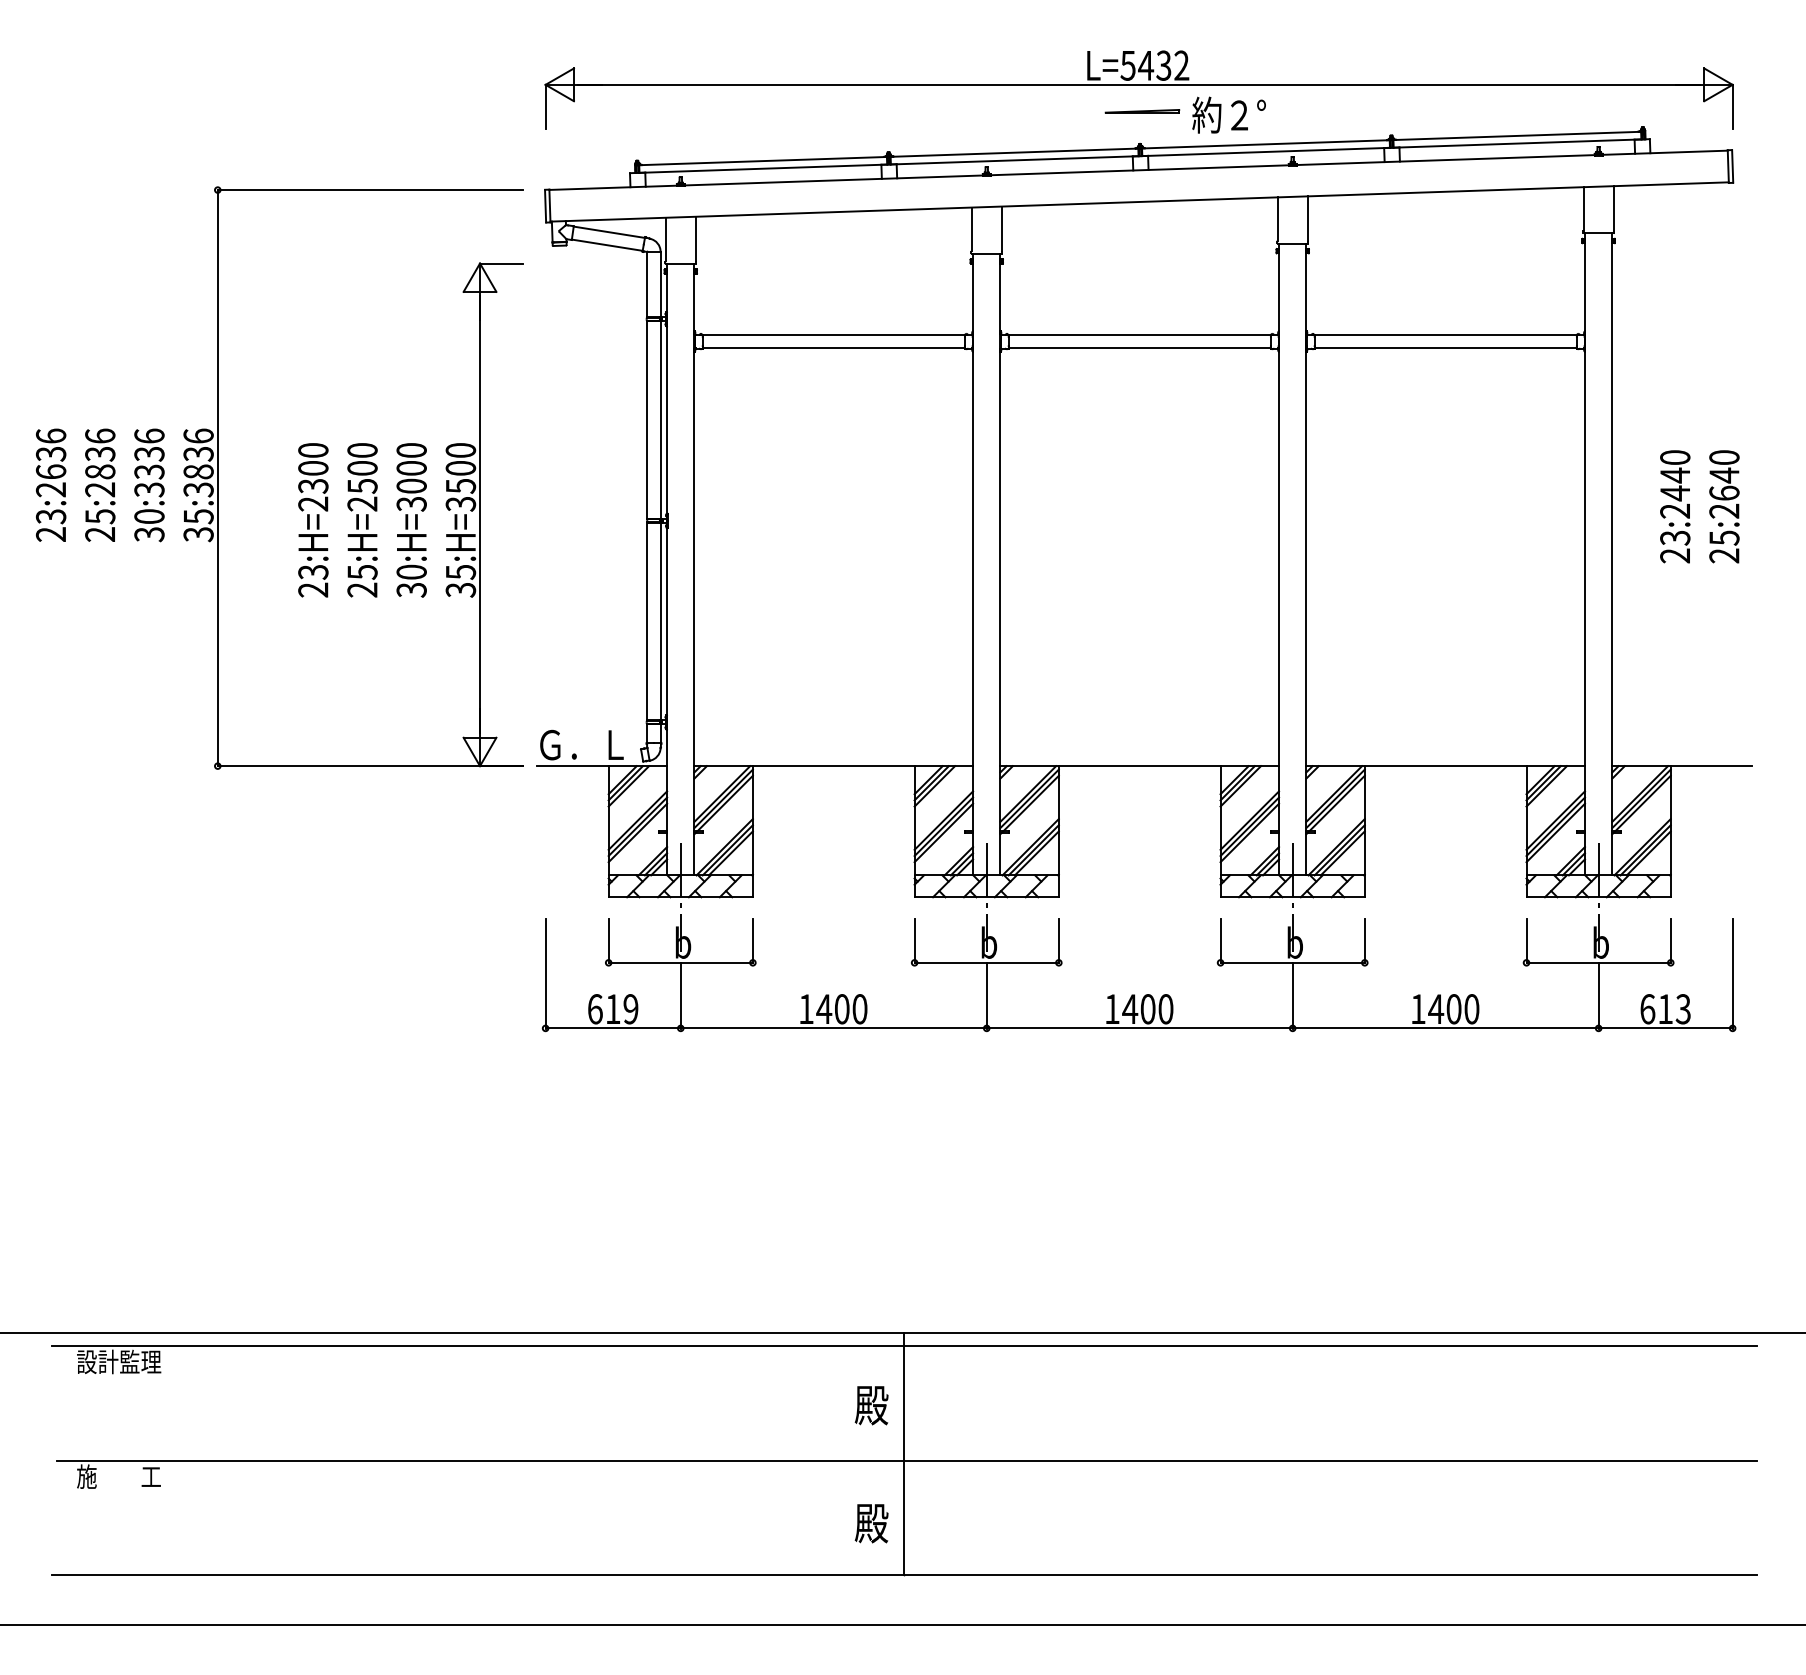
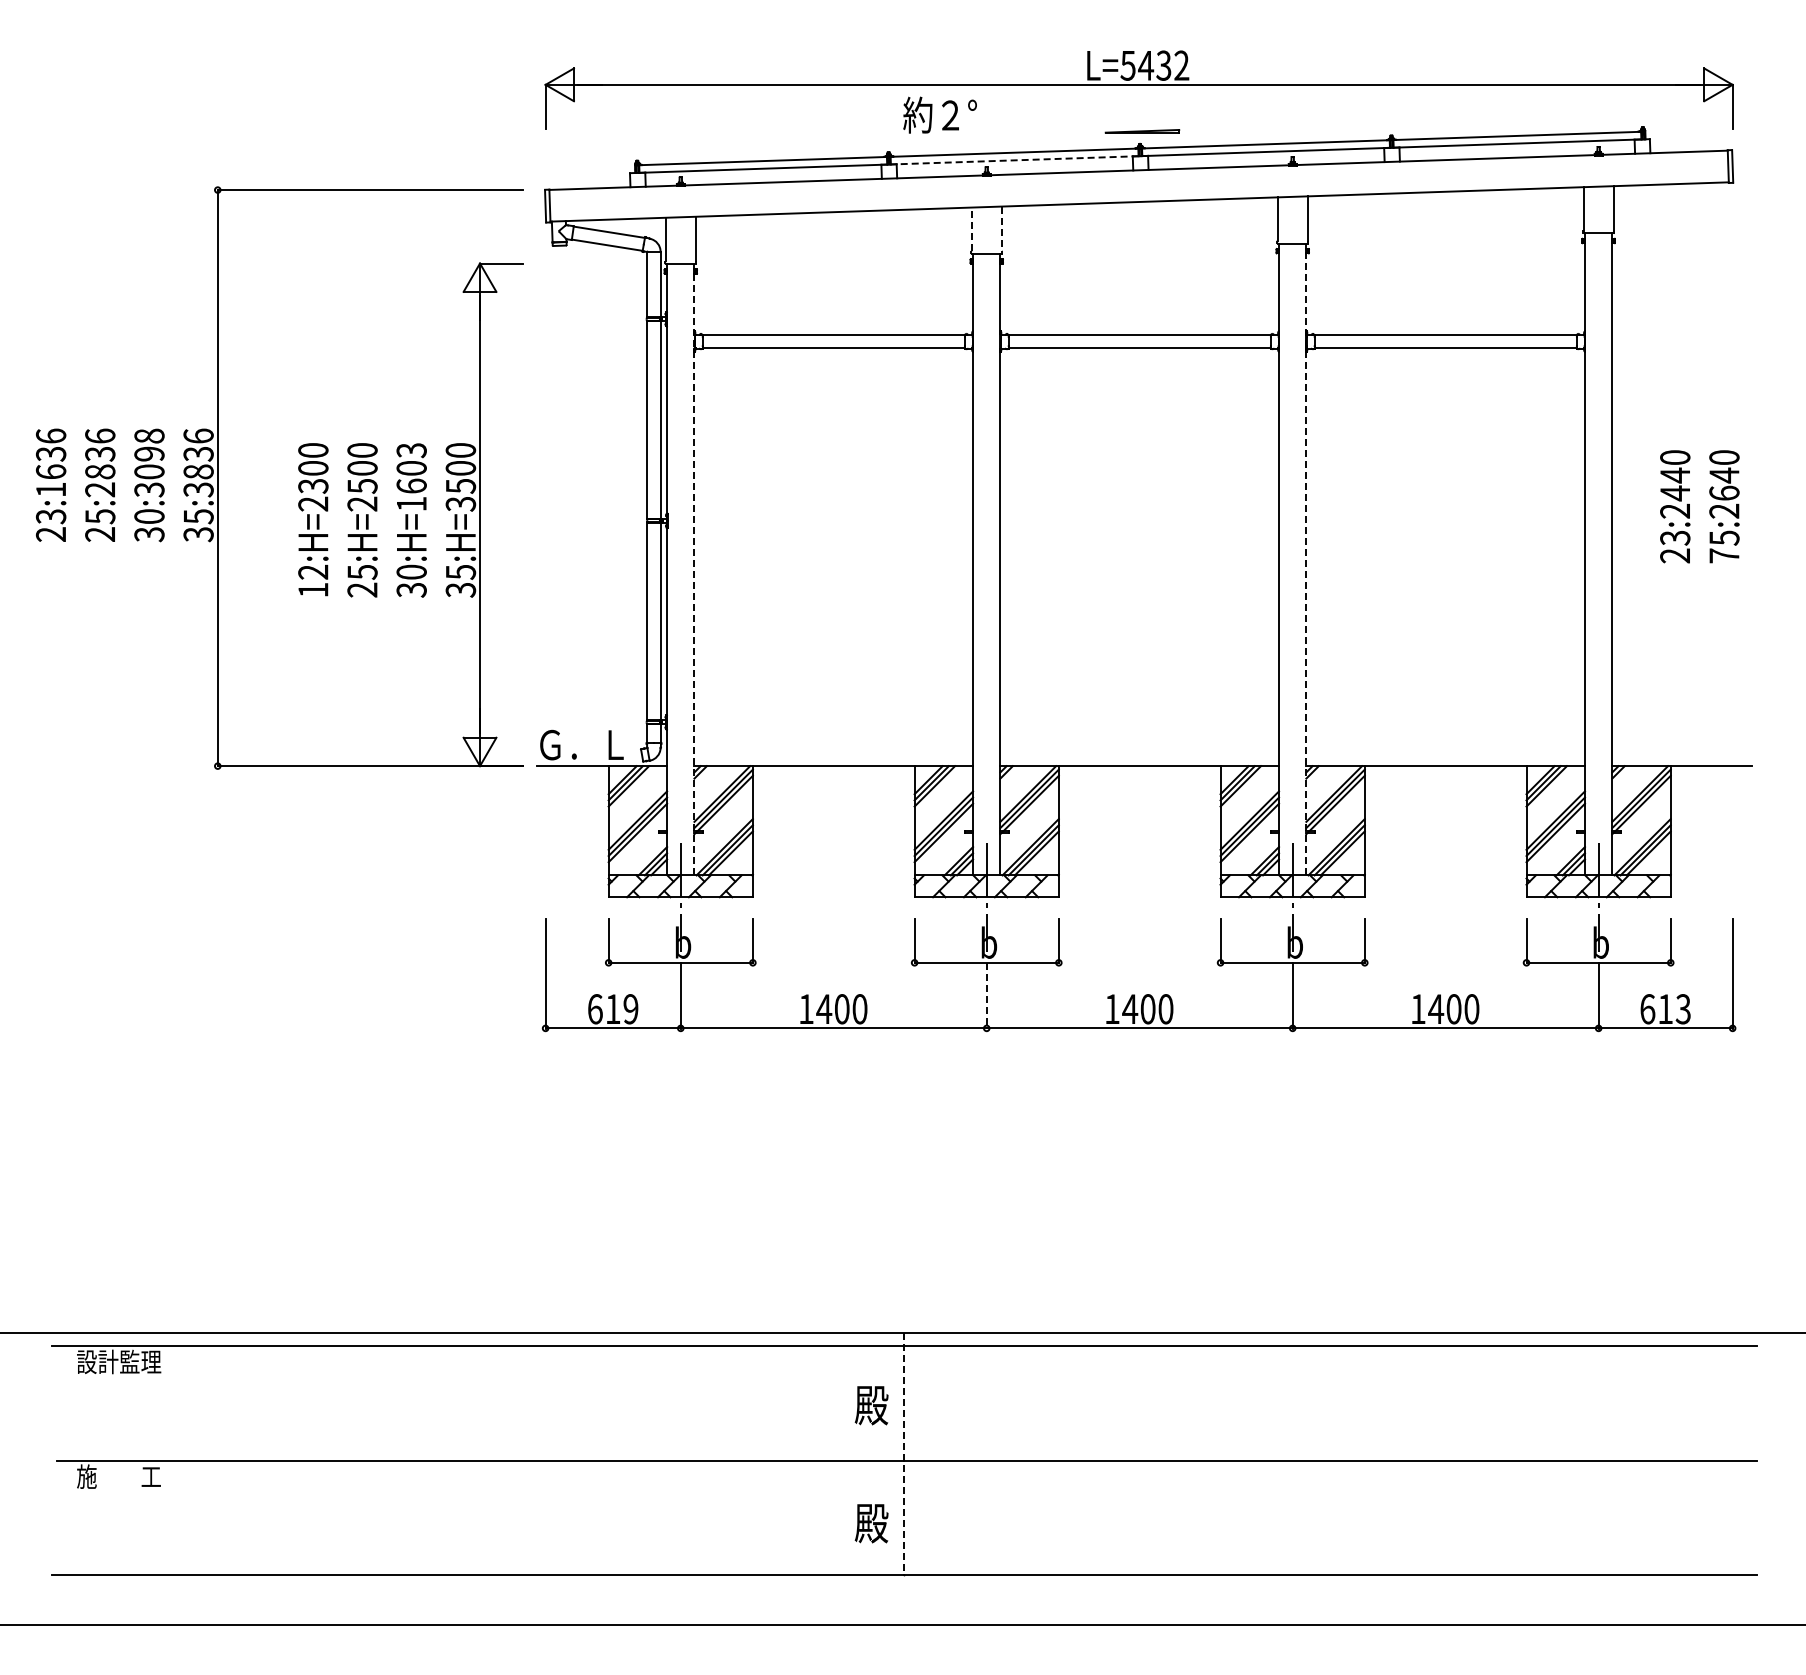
line at (1142, 111) position: (1142, 111) -> (1142, 131)
text at (1228, 114) position: (1228, 114) -> (939, 114)
line at (1014, 160): solid -> dashed
line at (971, 229): solid -> dashed
line at (1001, 229): solid -> dashed
text at (149, 453): 30:3336 -> 30:3098
text at (411, 477): 30:H=3000 -> 30:H=1603
text at (50, 489): 23:2636 -> 23:1636
text at (1724, 555): 25:2640 -> 75:2640
line at (1306, 559): solid -> dashed
line at (694, 569): solid -> dashed
text at (313, 580): 23:H=2300 -> 12:H=2300
line at (986, 995): solid -> dashed
line at (904, 1454): solid -> dashed
